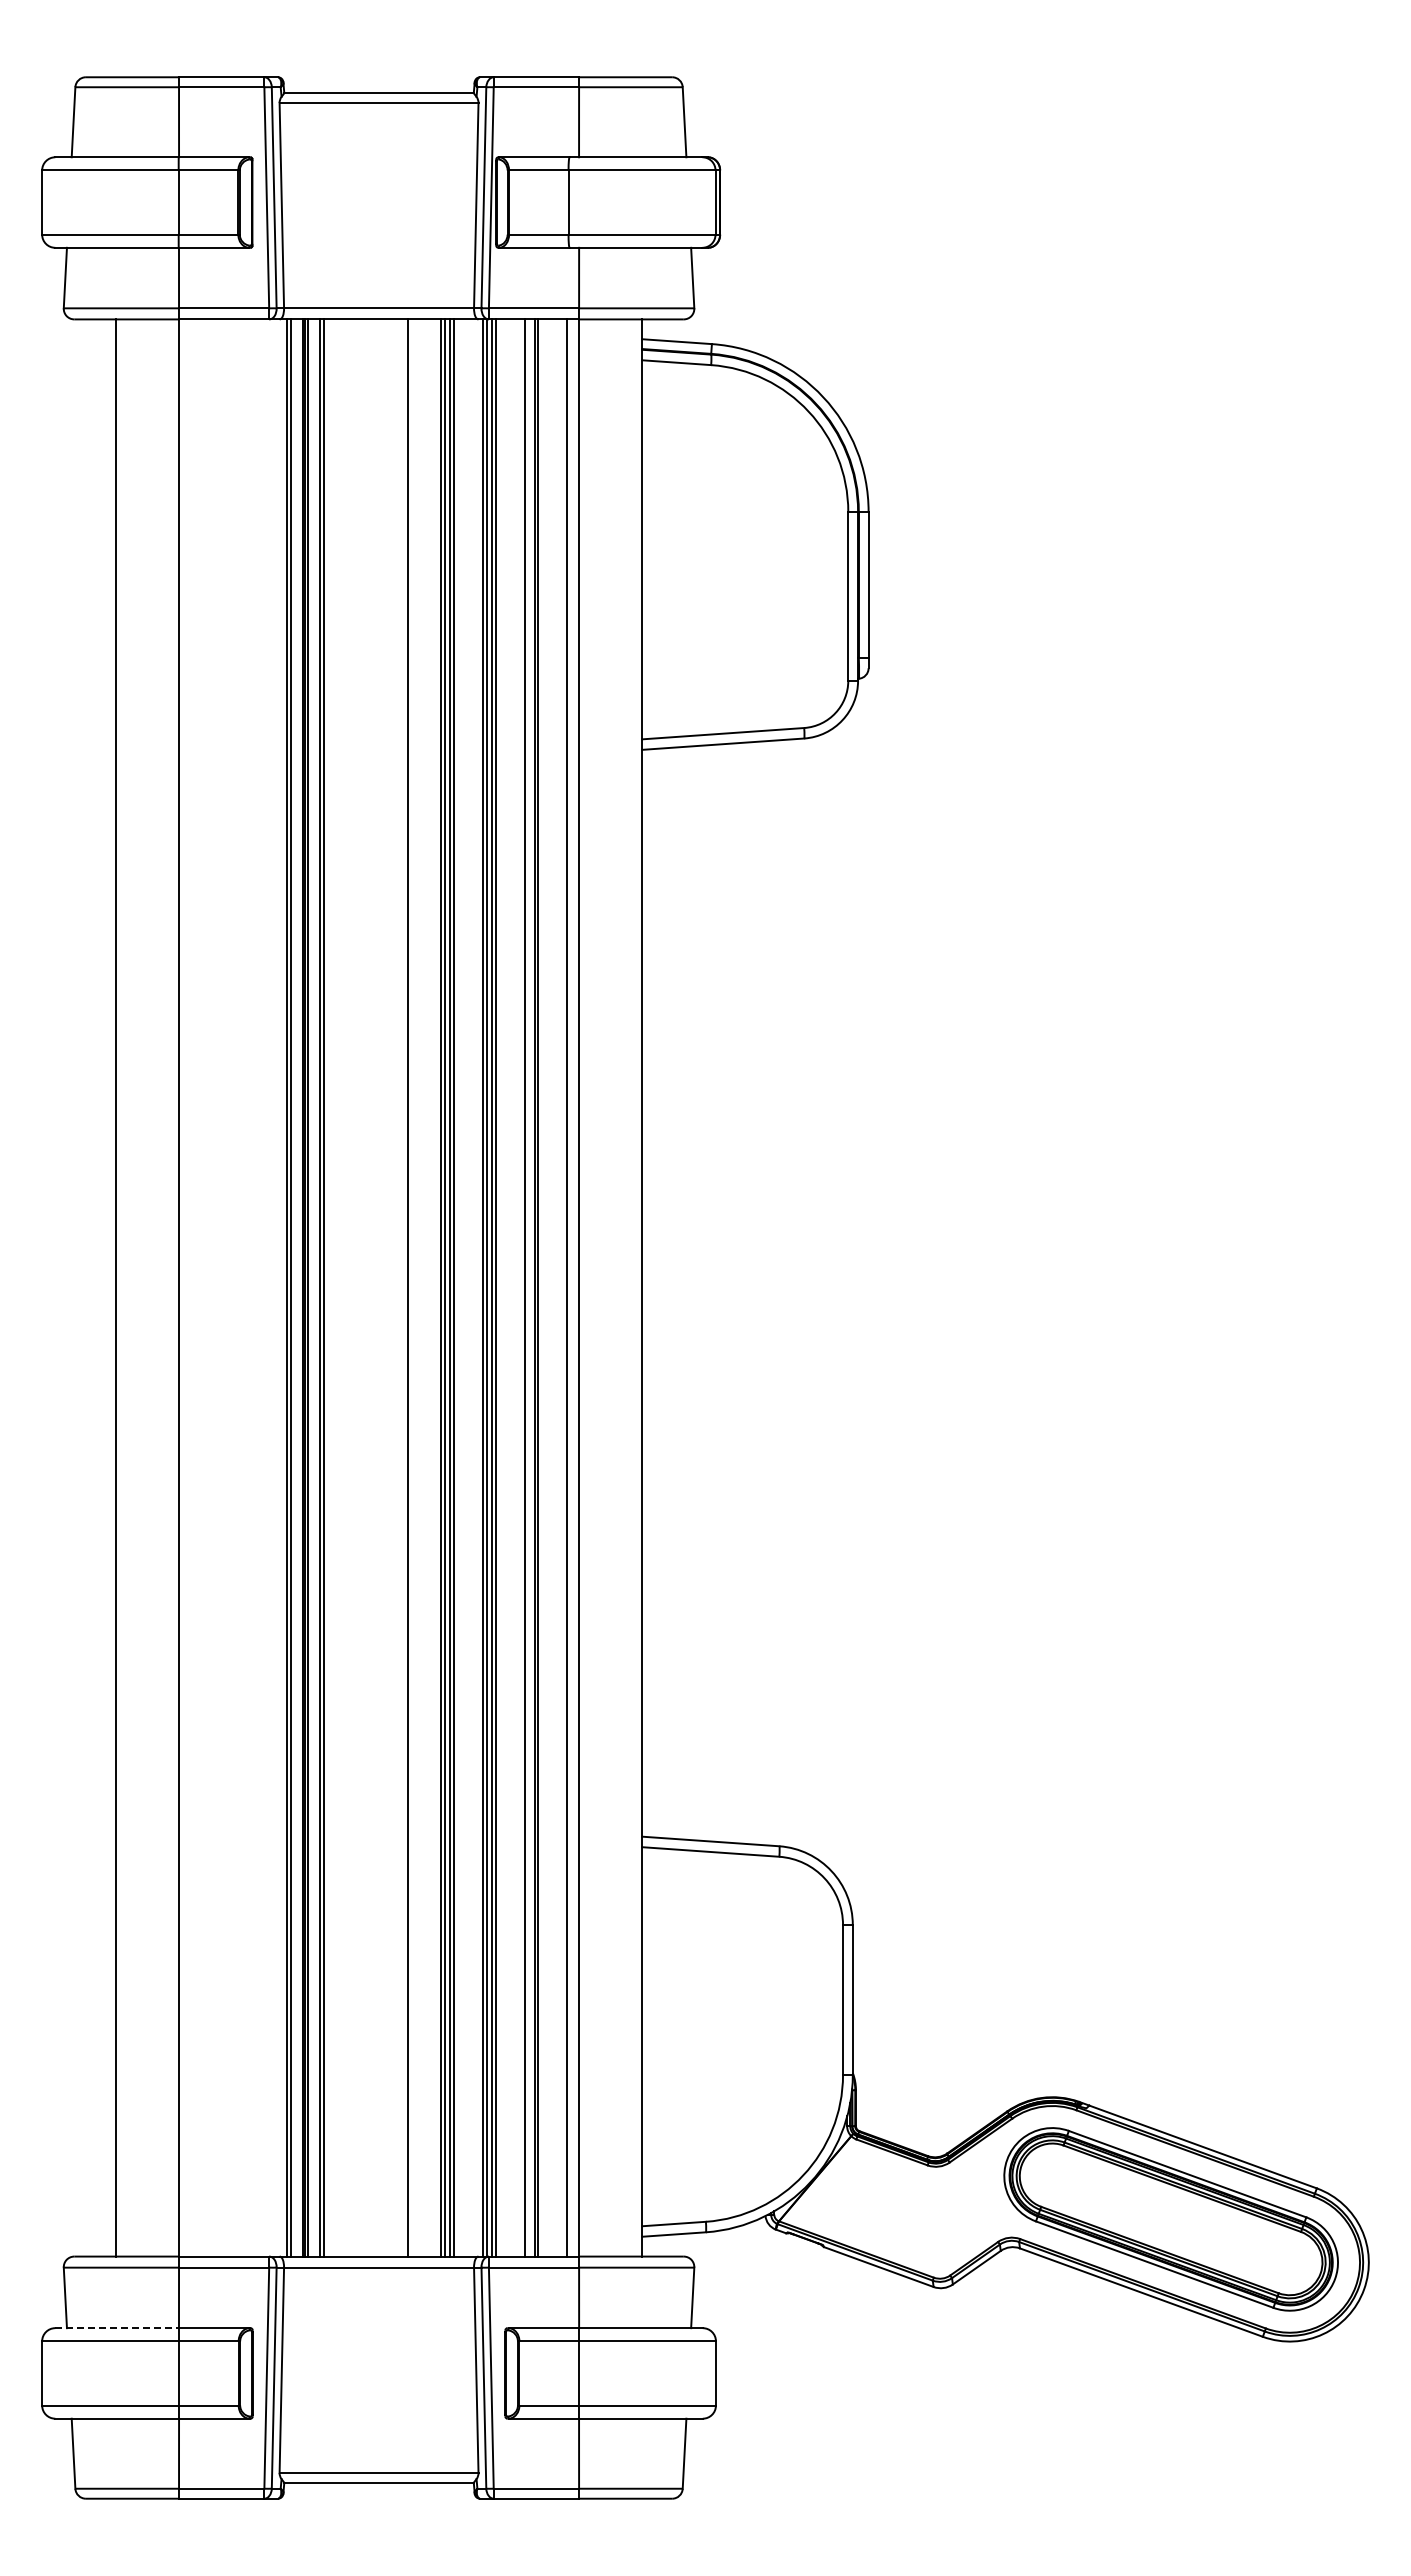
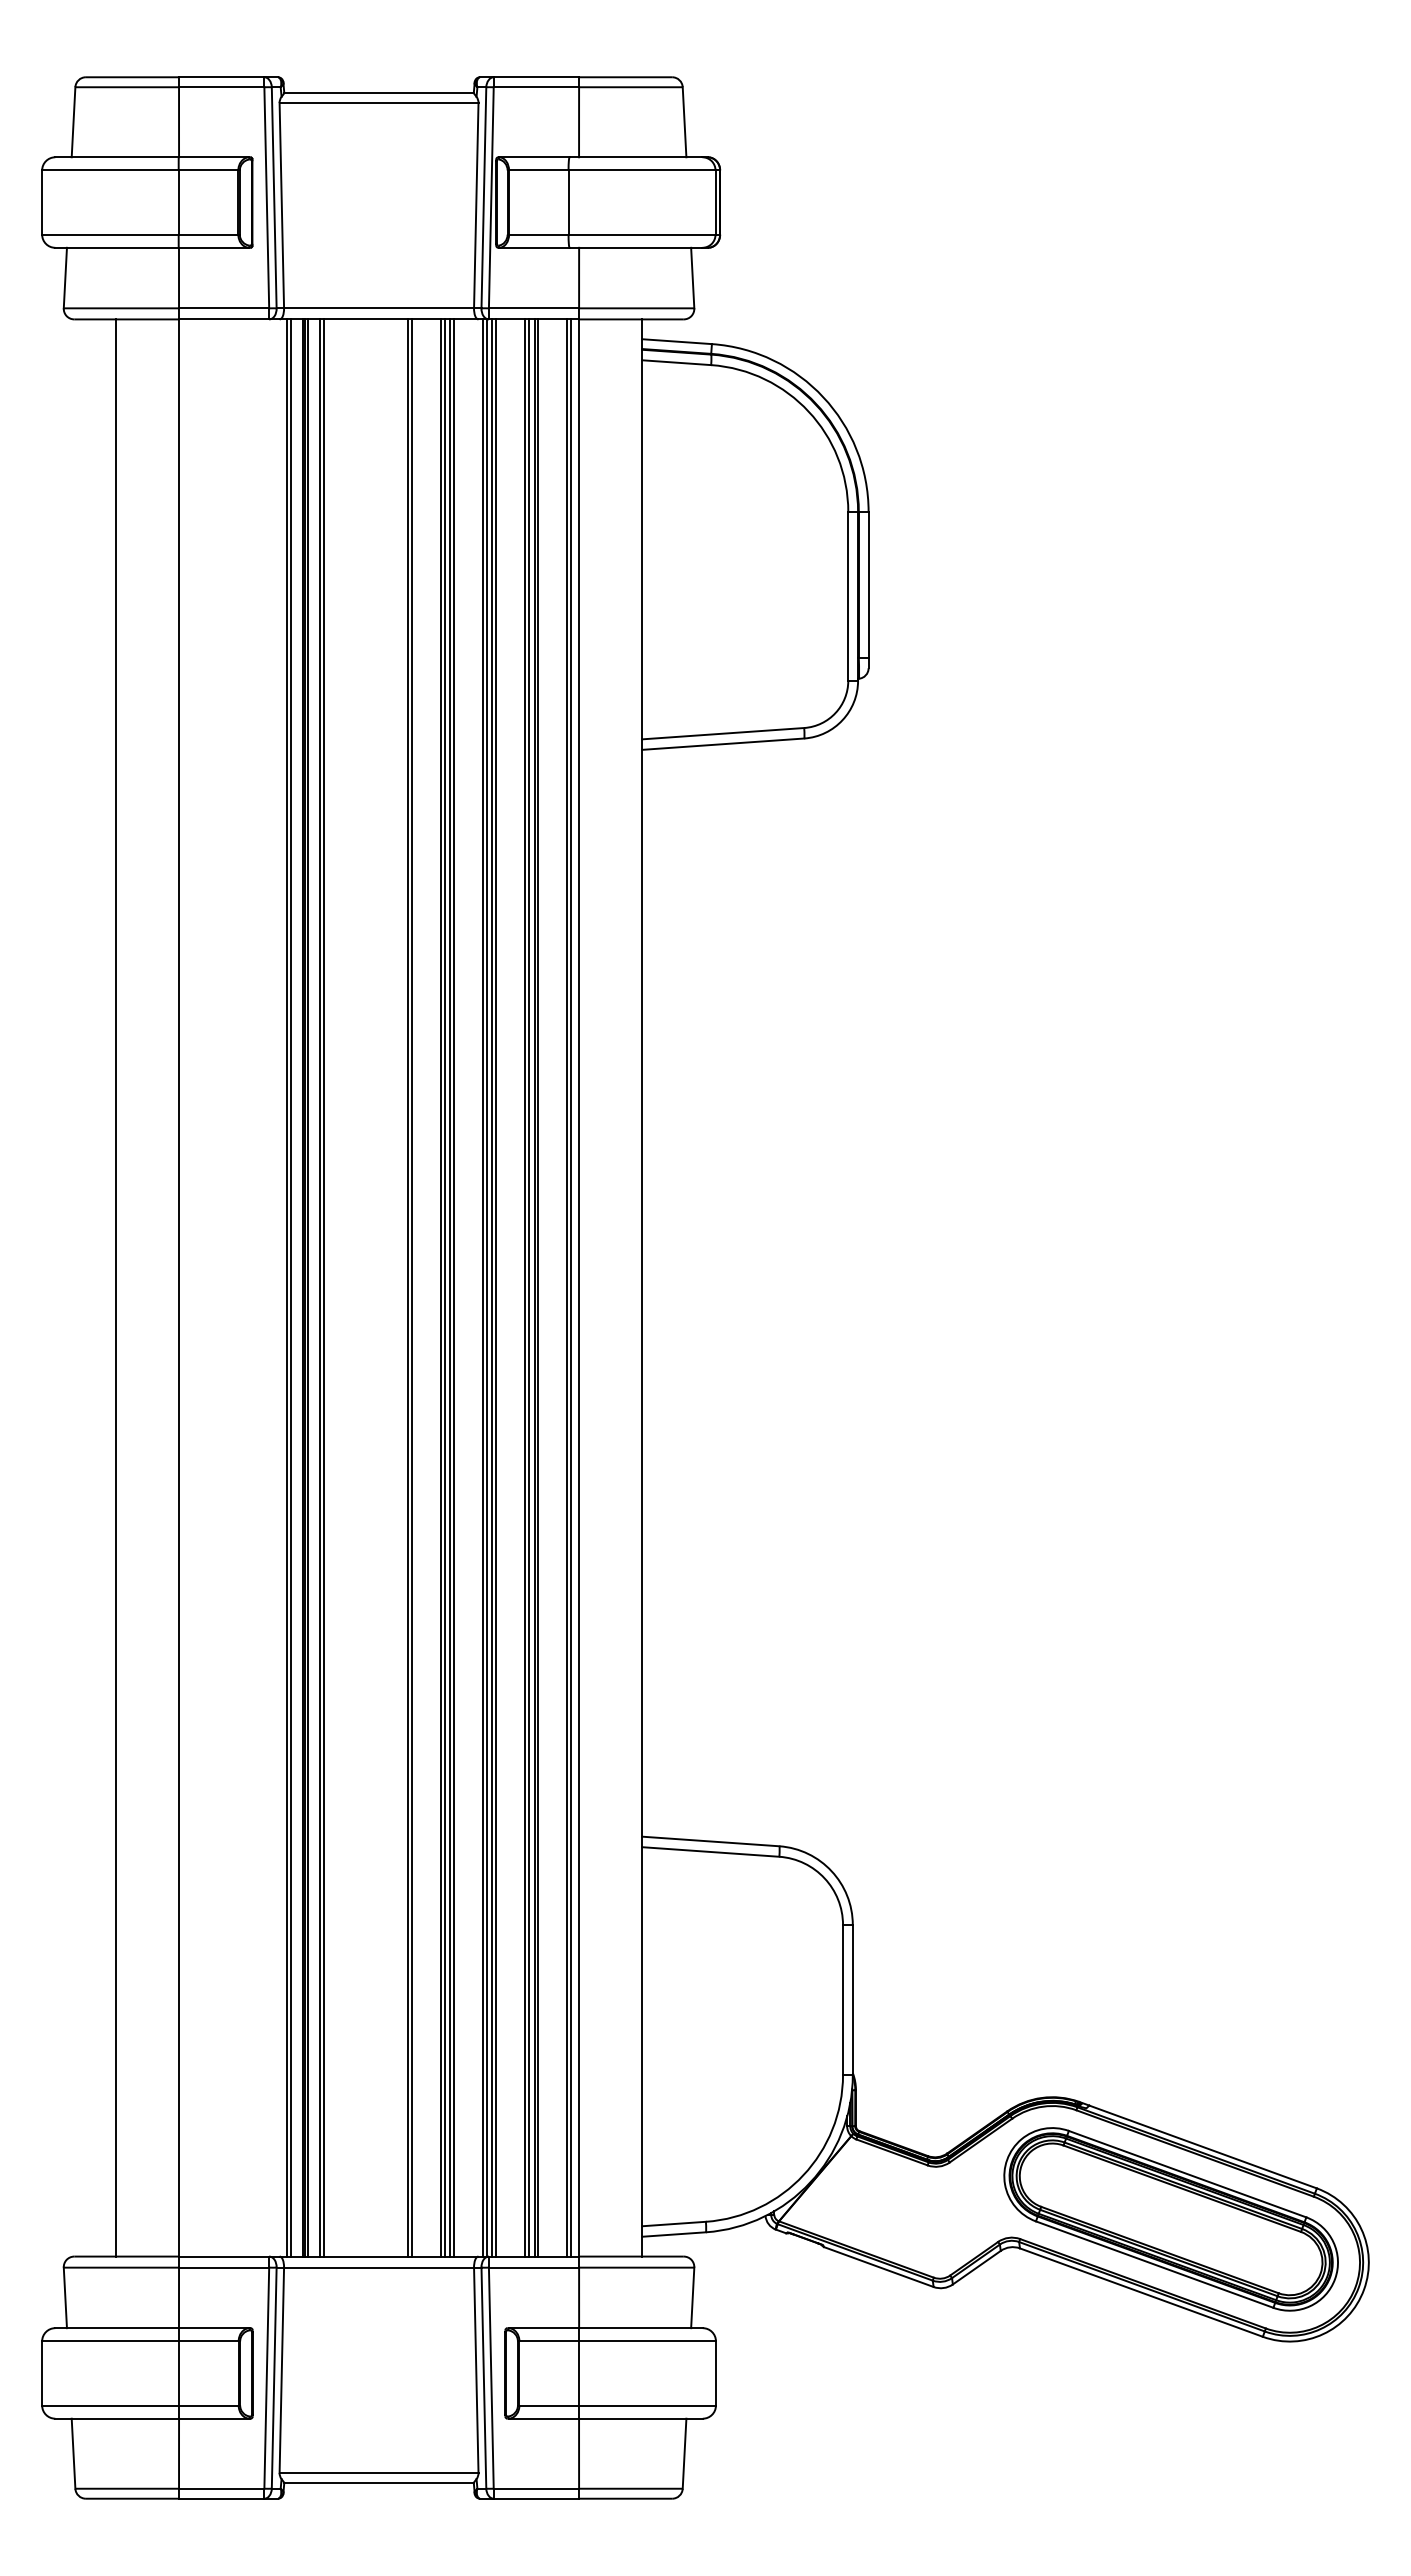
line at (411, 1287): none -> present
line at (528, 1287): none -> present
line at (571, 1287): none -> present
line at (117, 2328): dashed -> solid
